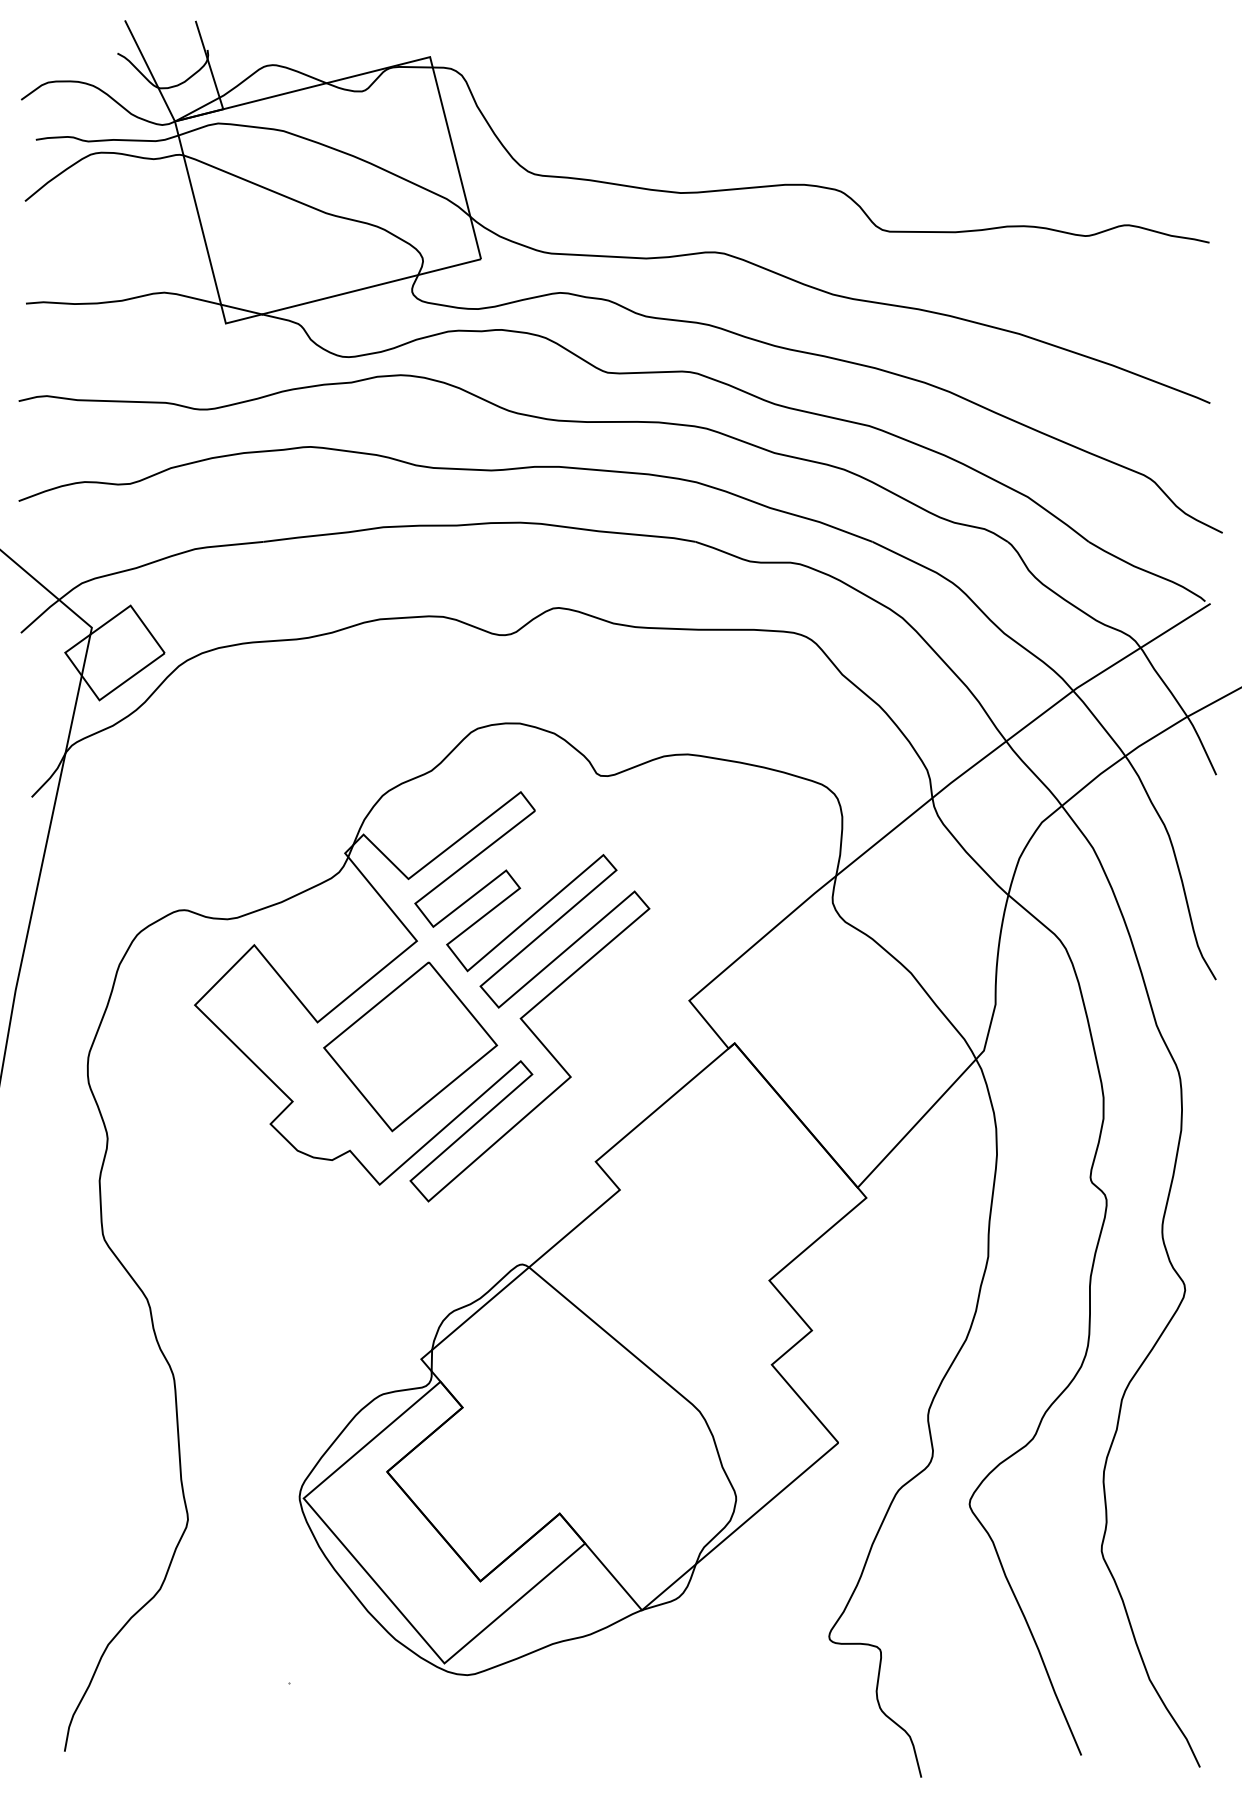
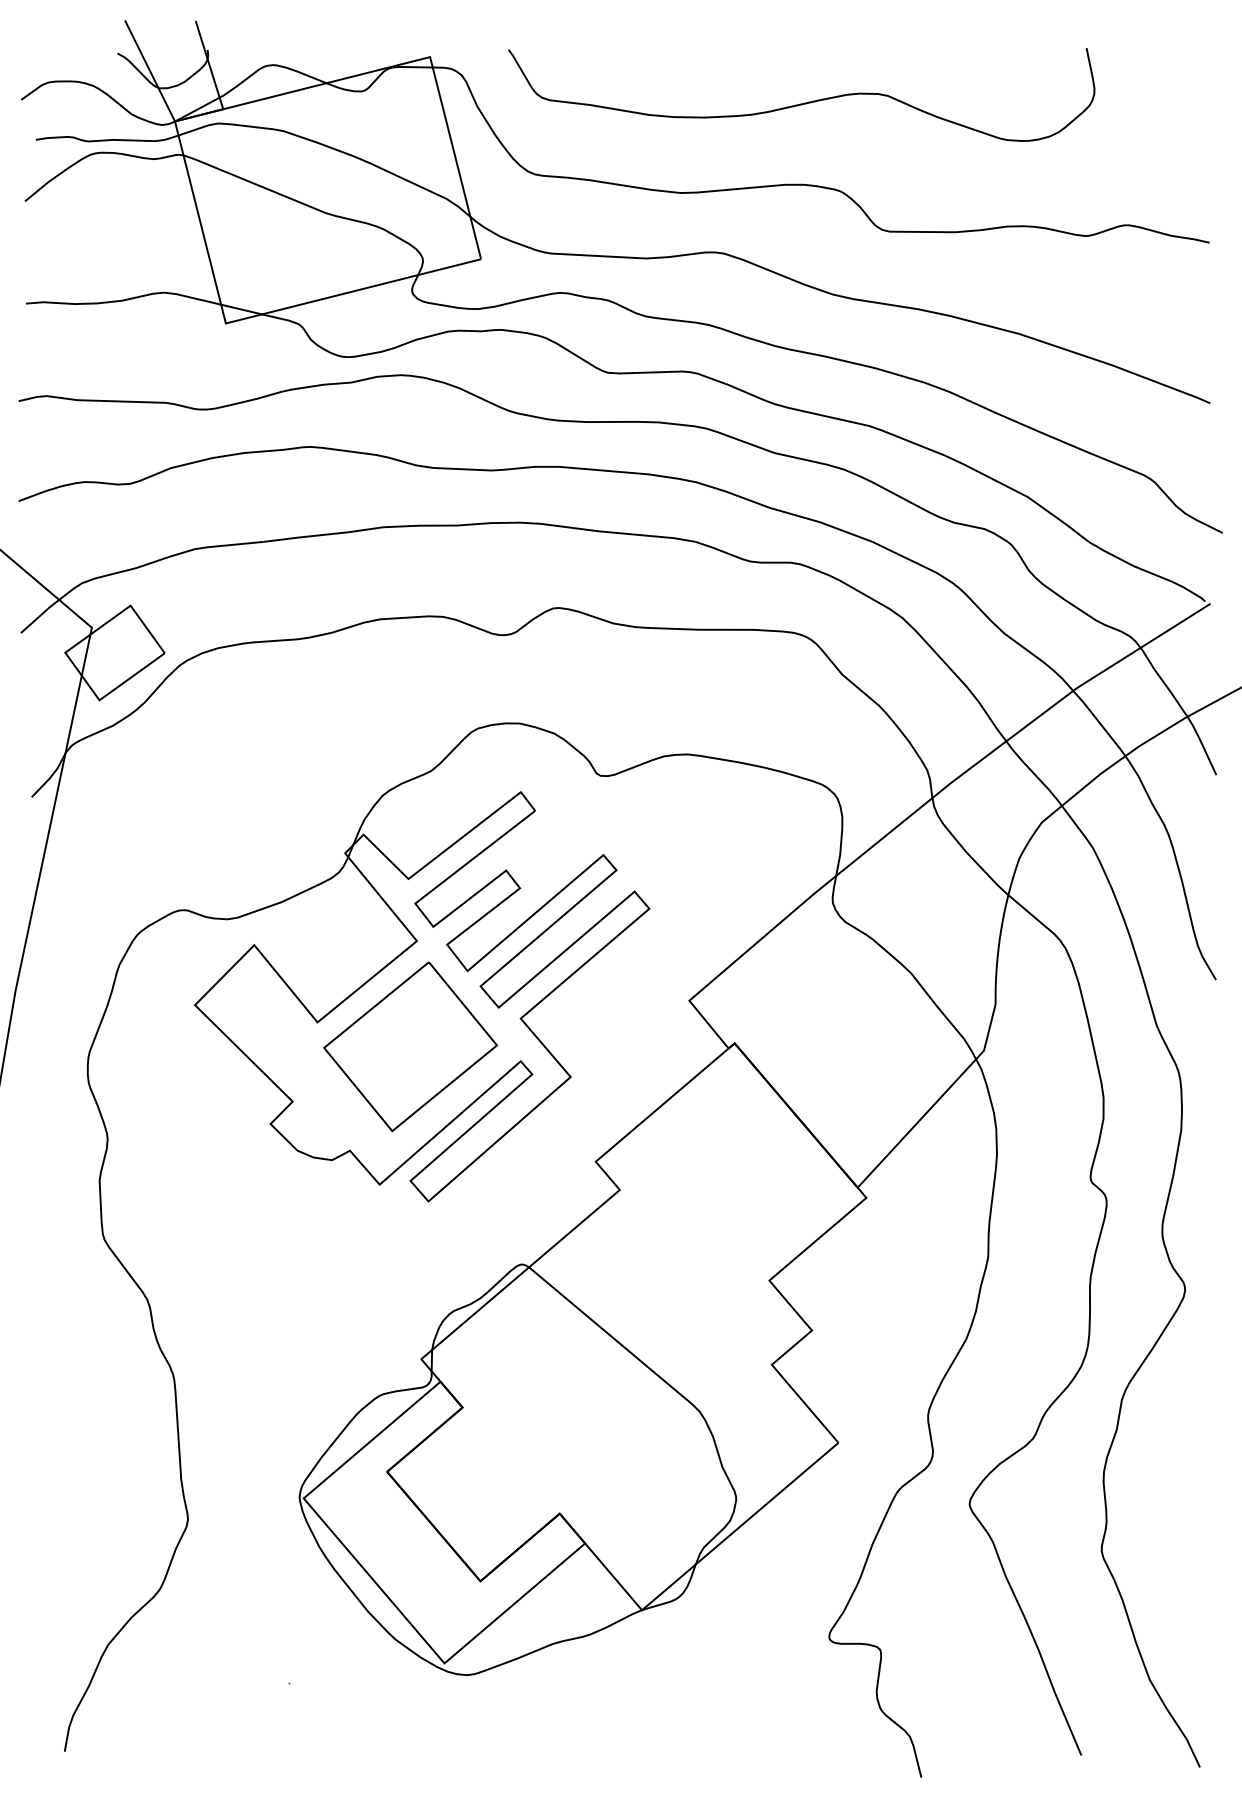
curve at (804, 102): none -> present
